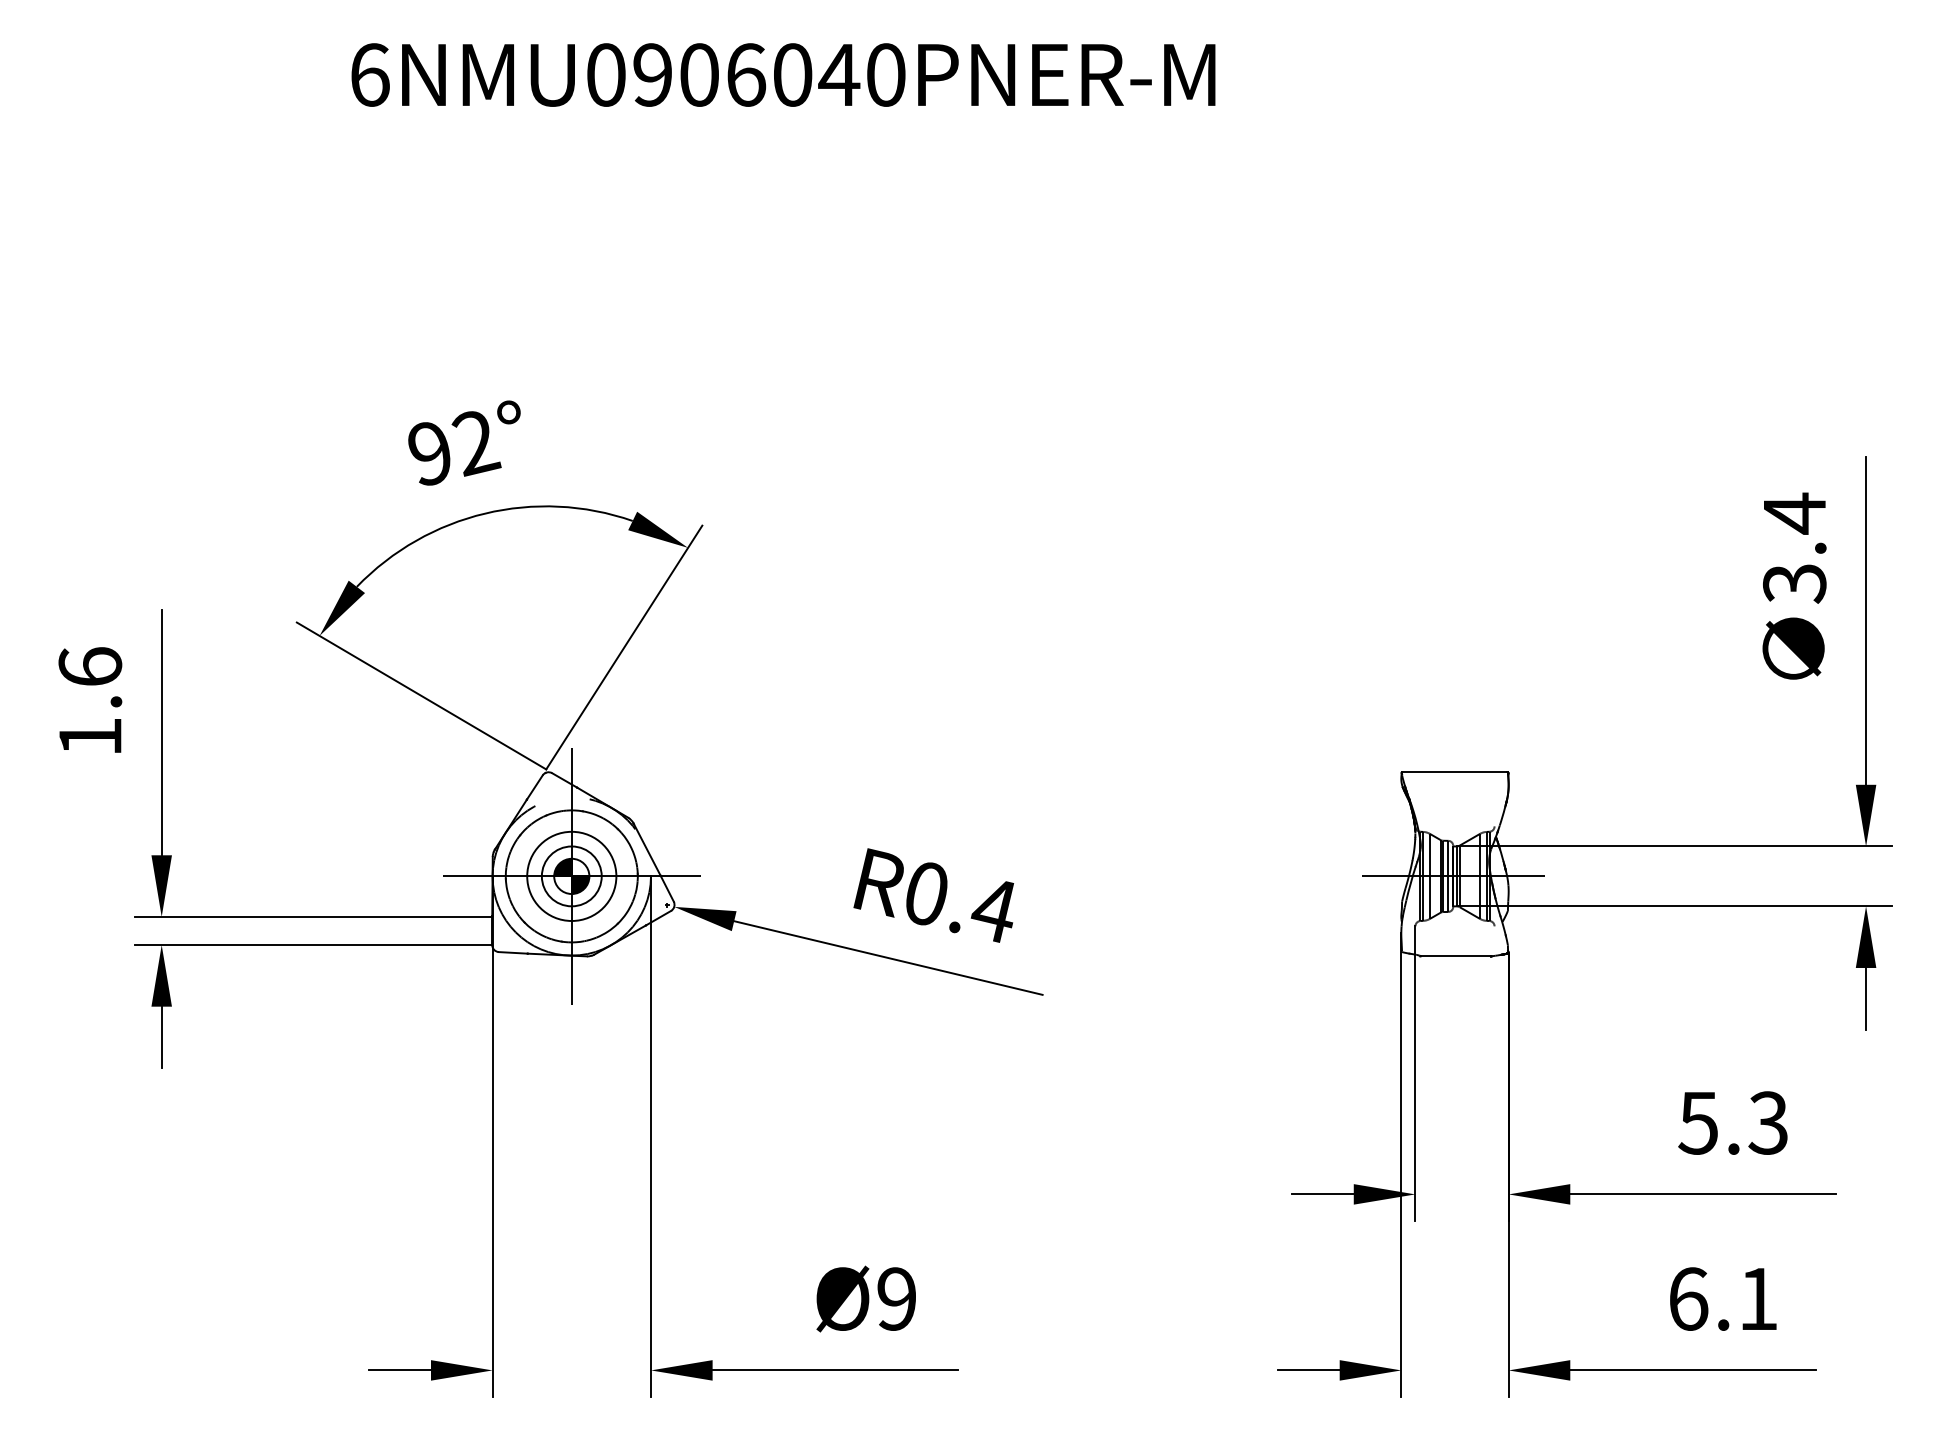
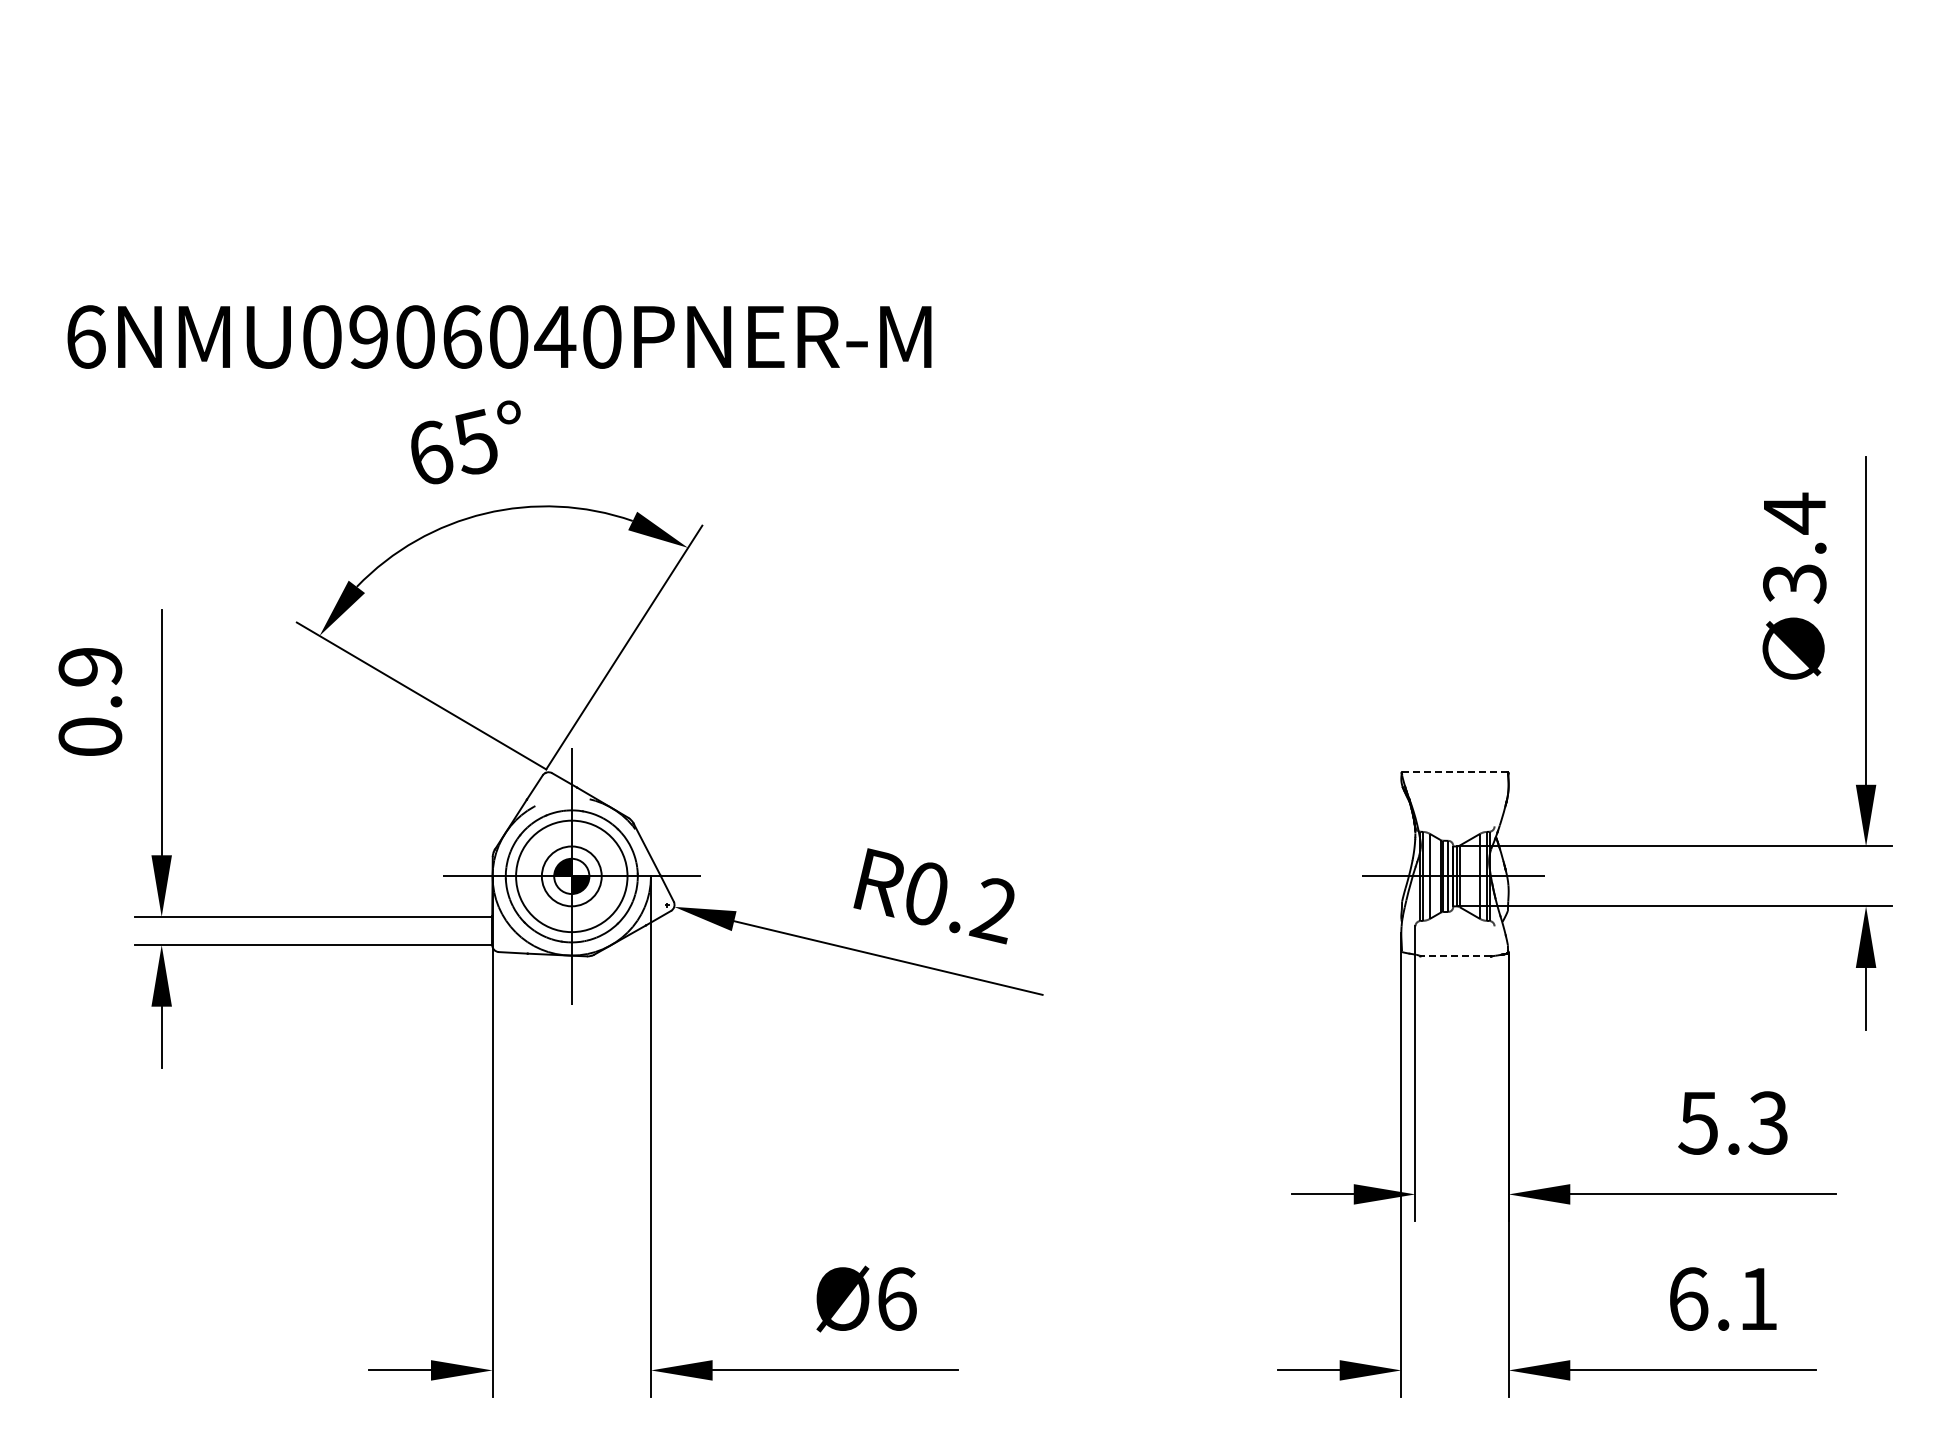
text at (783, 74) position: (783, 74) -> (499, 336)
text at (454, 447): 92° -> 65°
text at (90, 701): 1.6 -> 0.9
line at (1454, 772): solid -> dashed
circle at (571, 875) diameter: 89 px -> 111 px
text at (991, 911): R0.4 -> R0.2
line at (1455, 956): solid -> dashed
text at (896, 1298): Ø9 -> Ø6
